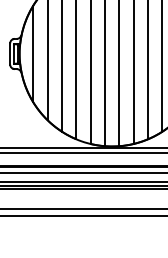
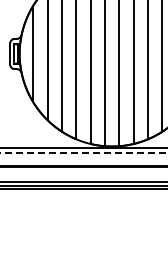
line at (83, 153): solid -> dashed
line at (83, 173): present -> none
line at (83, 208): present -> none
line at (83, 216): present -> none
